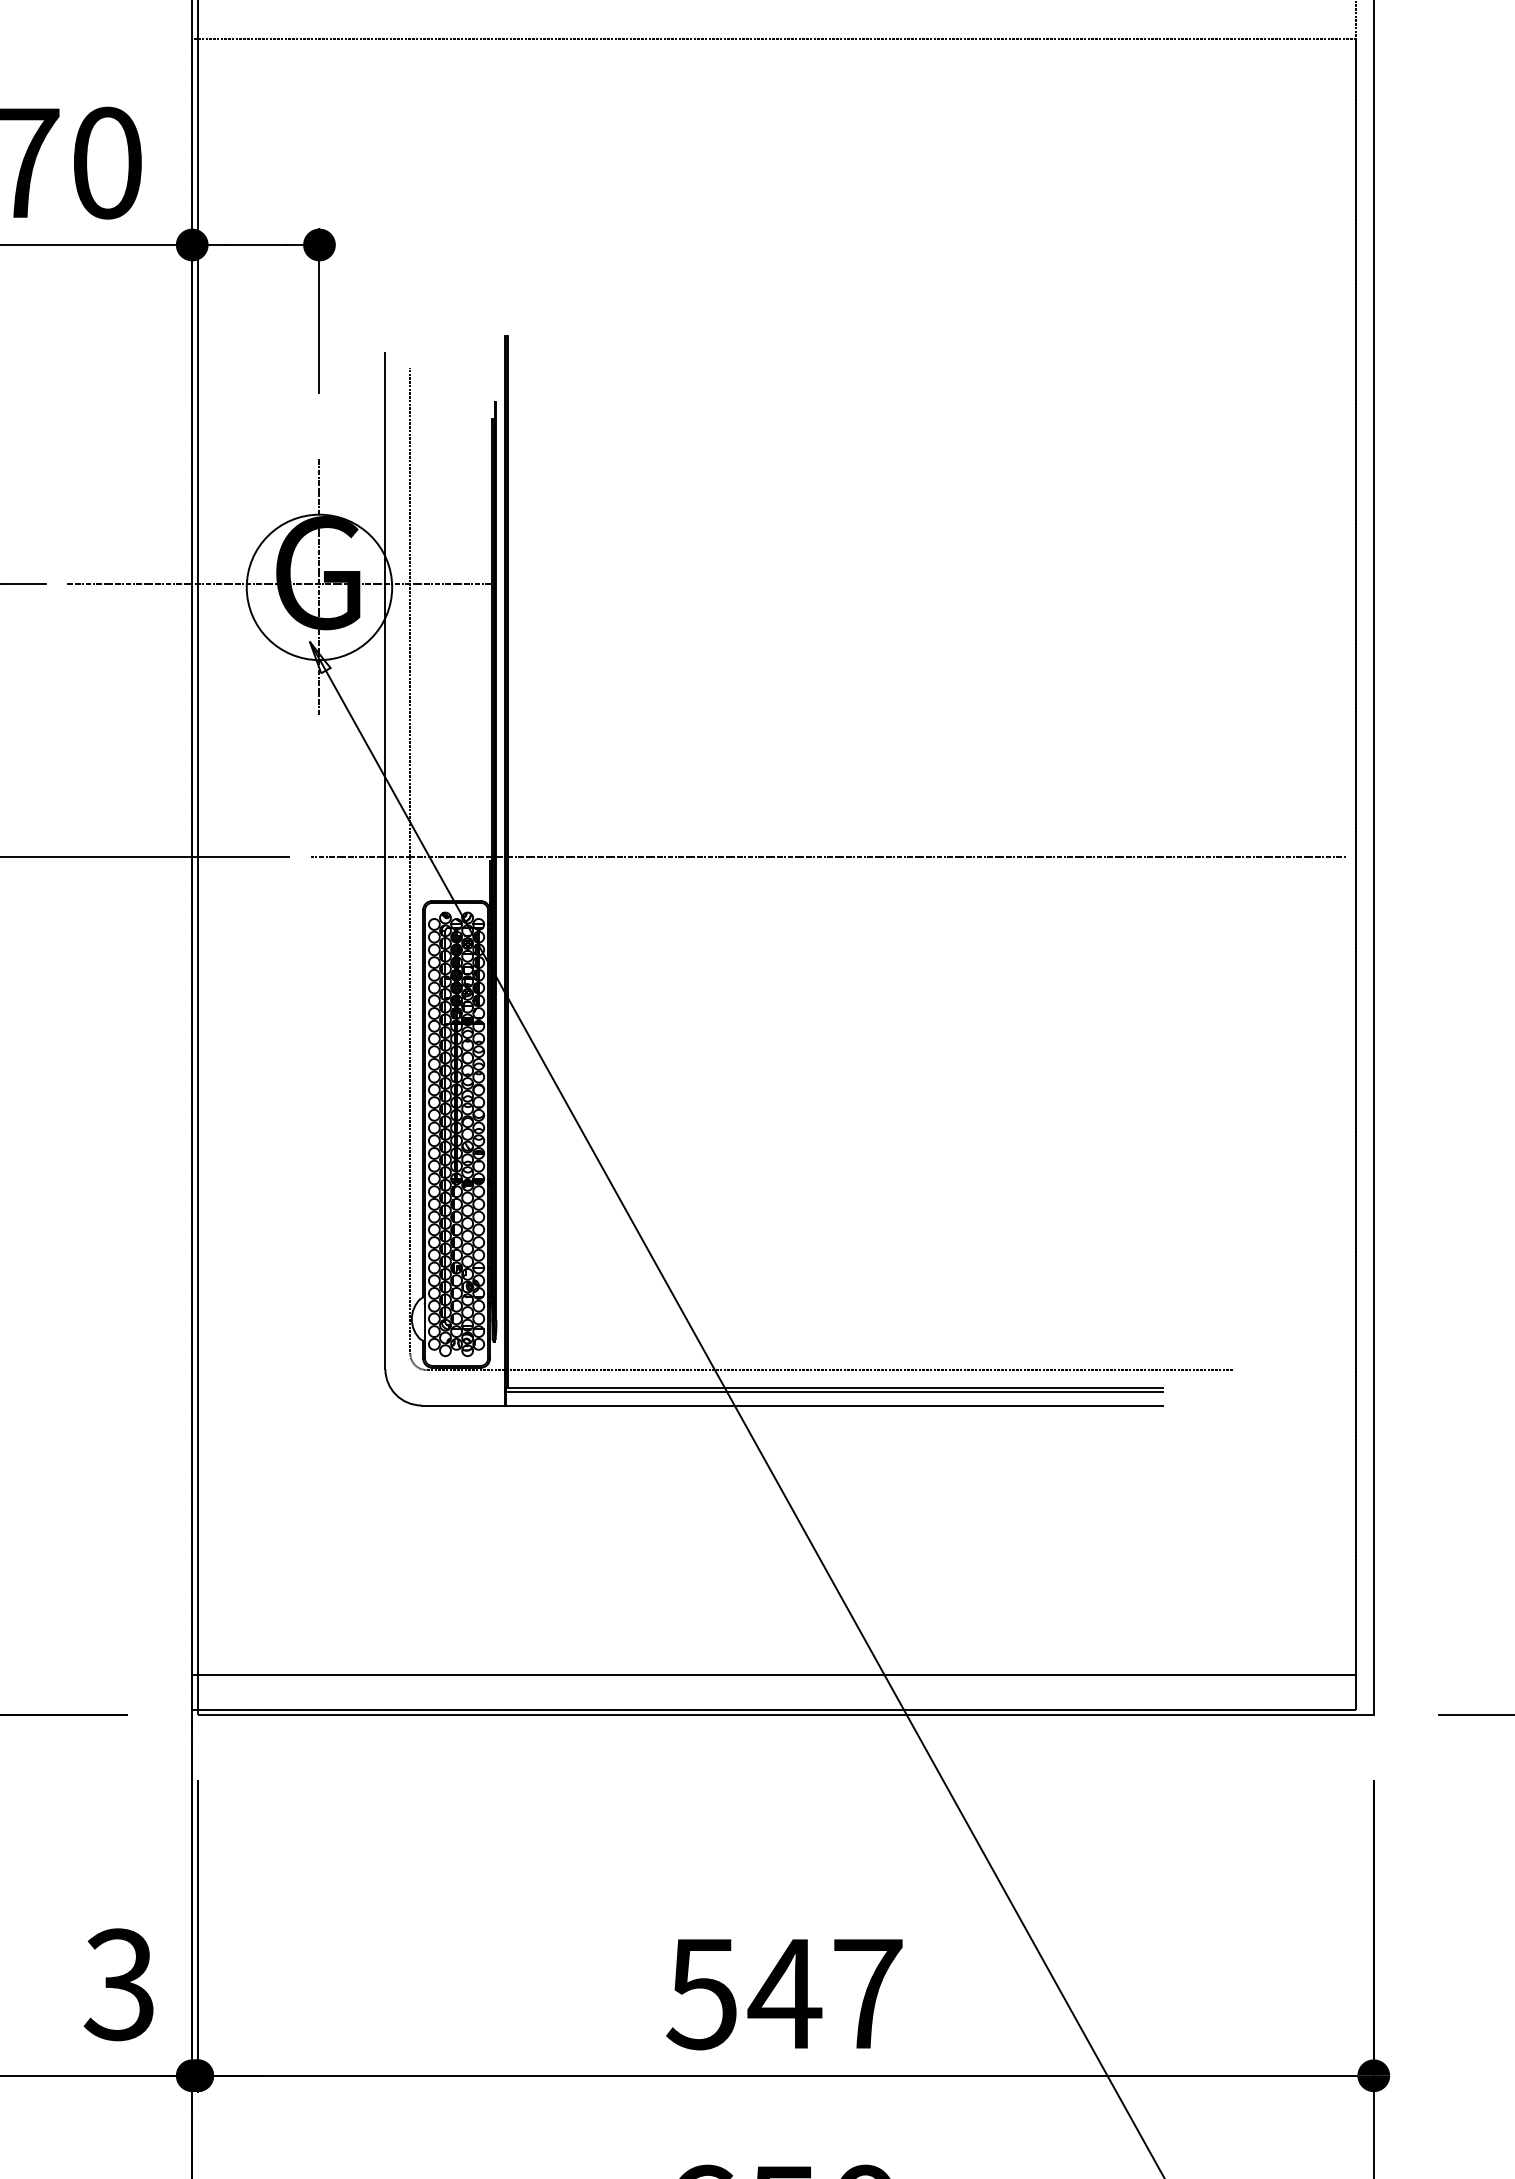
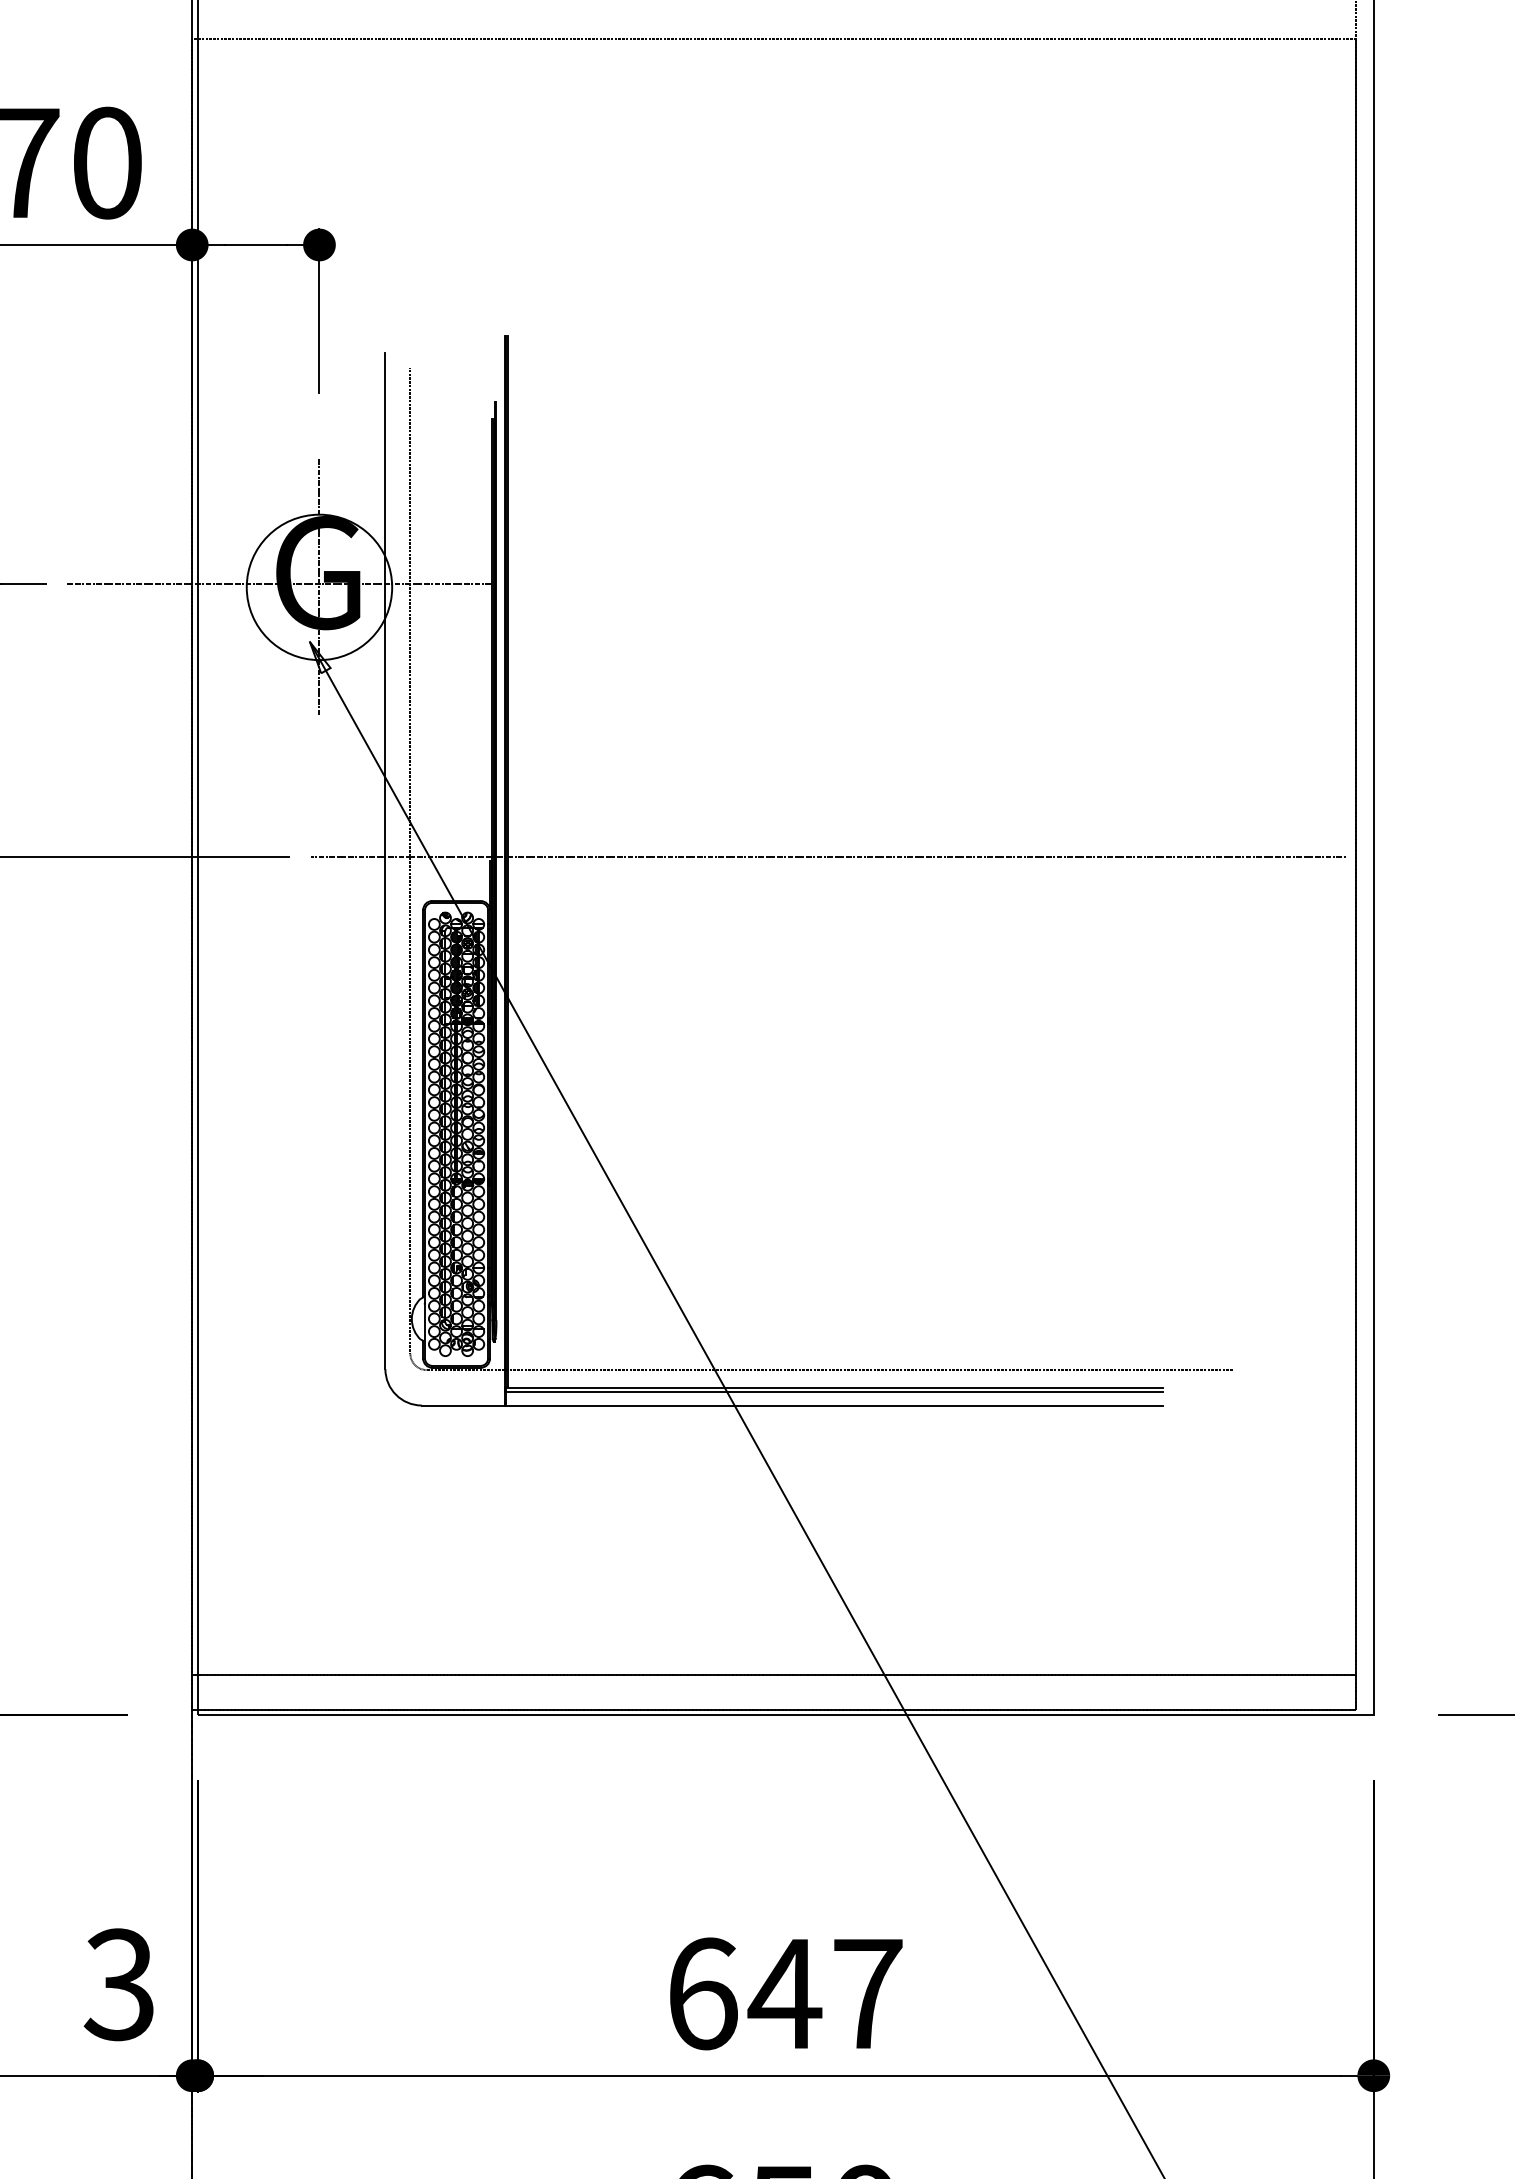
text at (701, 1993): 547 -> 647
